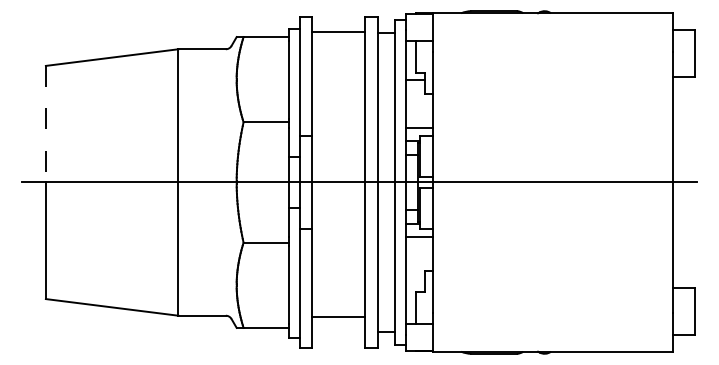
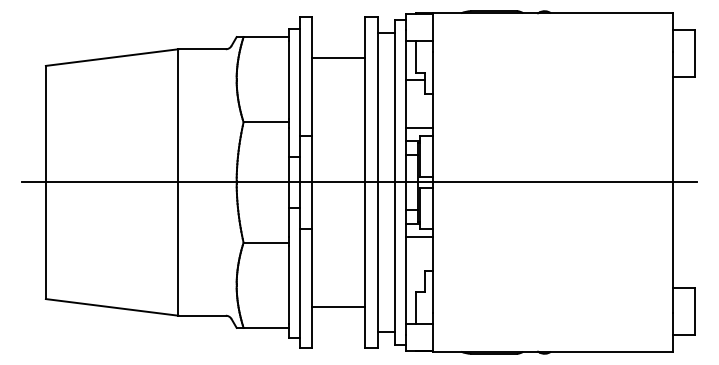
line at (338, 31) position: (338, 31) -> (338, 57)
line at (45, 124): dashed -> solid
line at (338, 317) position: (338, 317) -> (338, 307)
